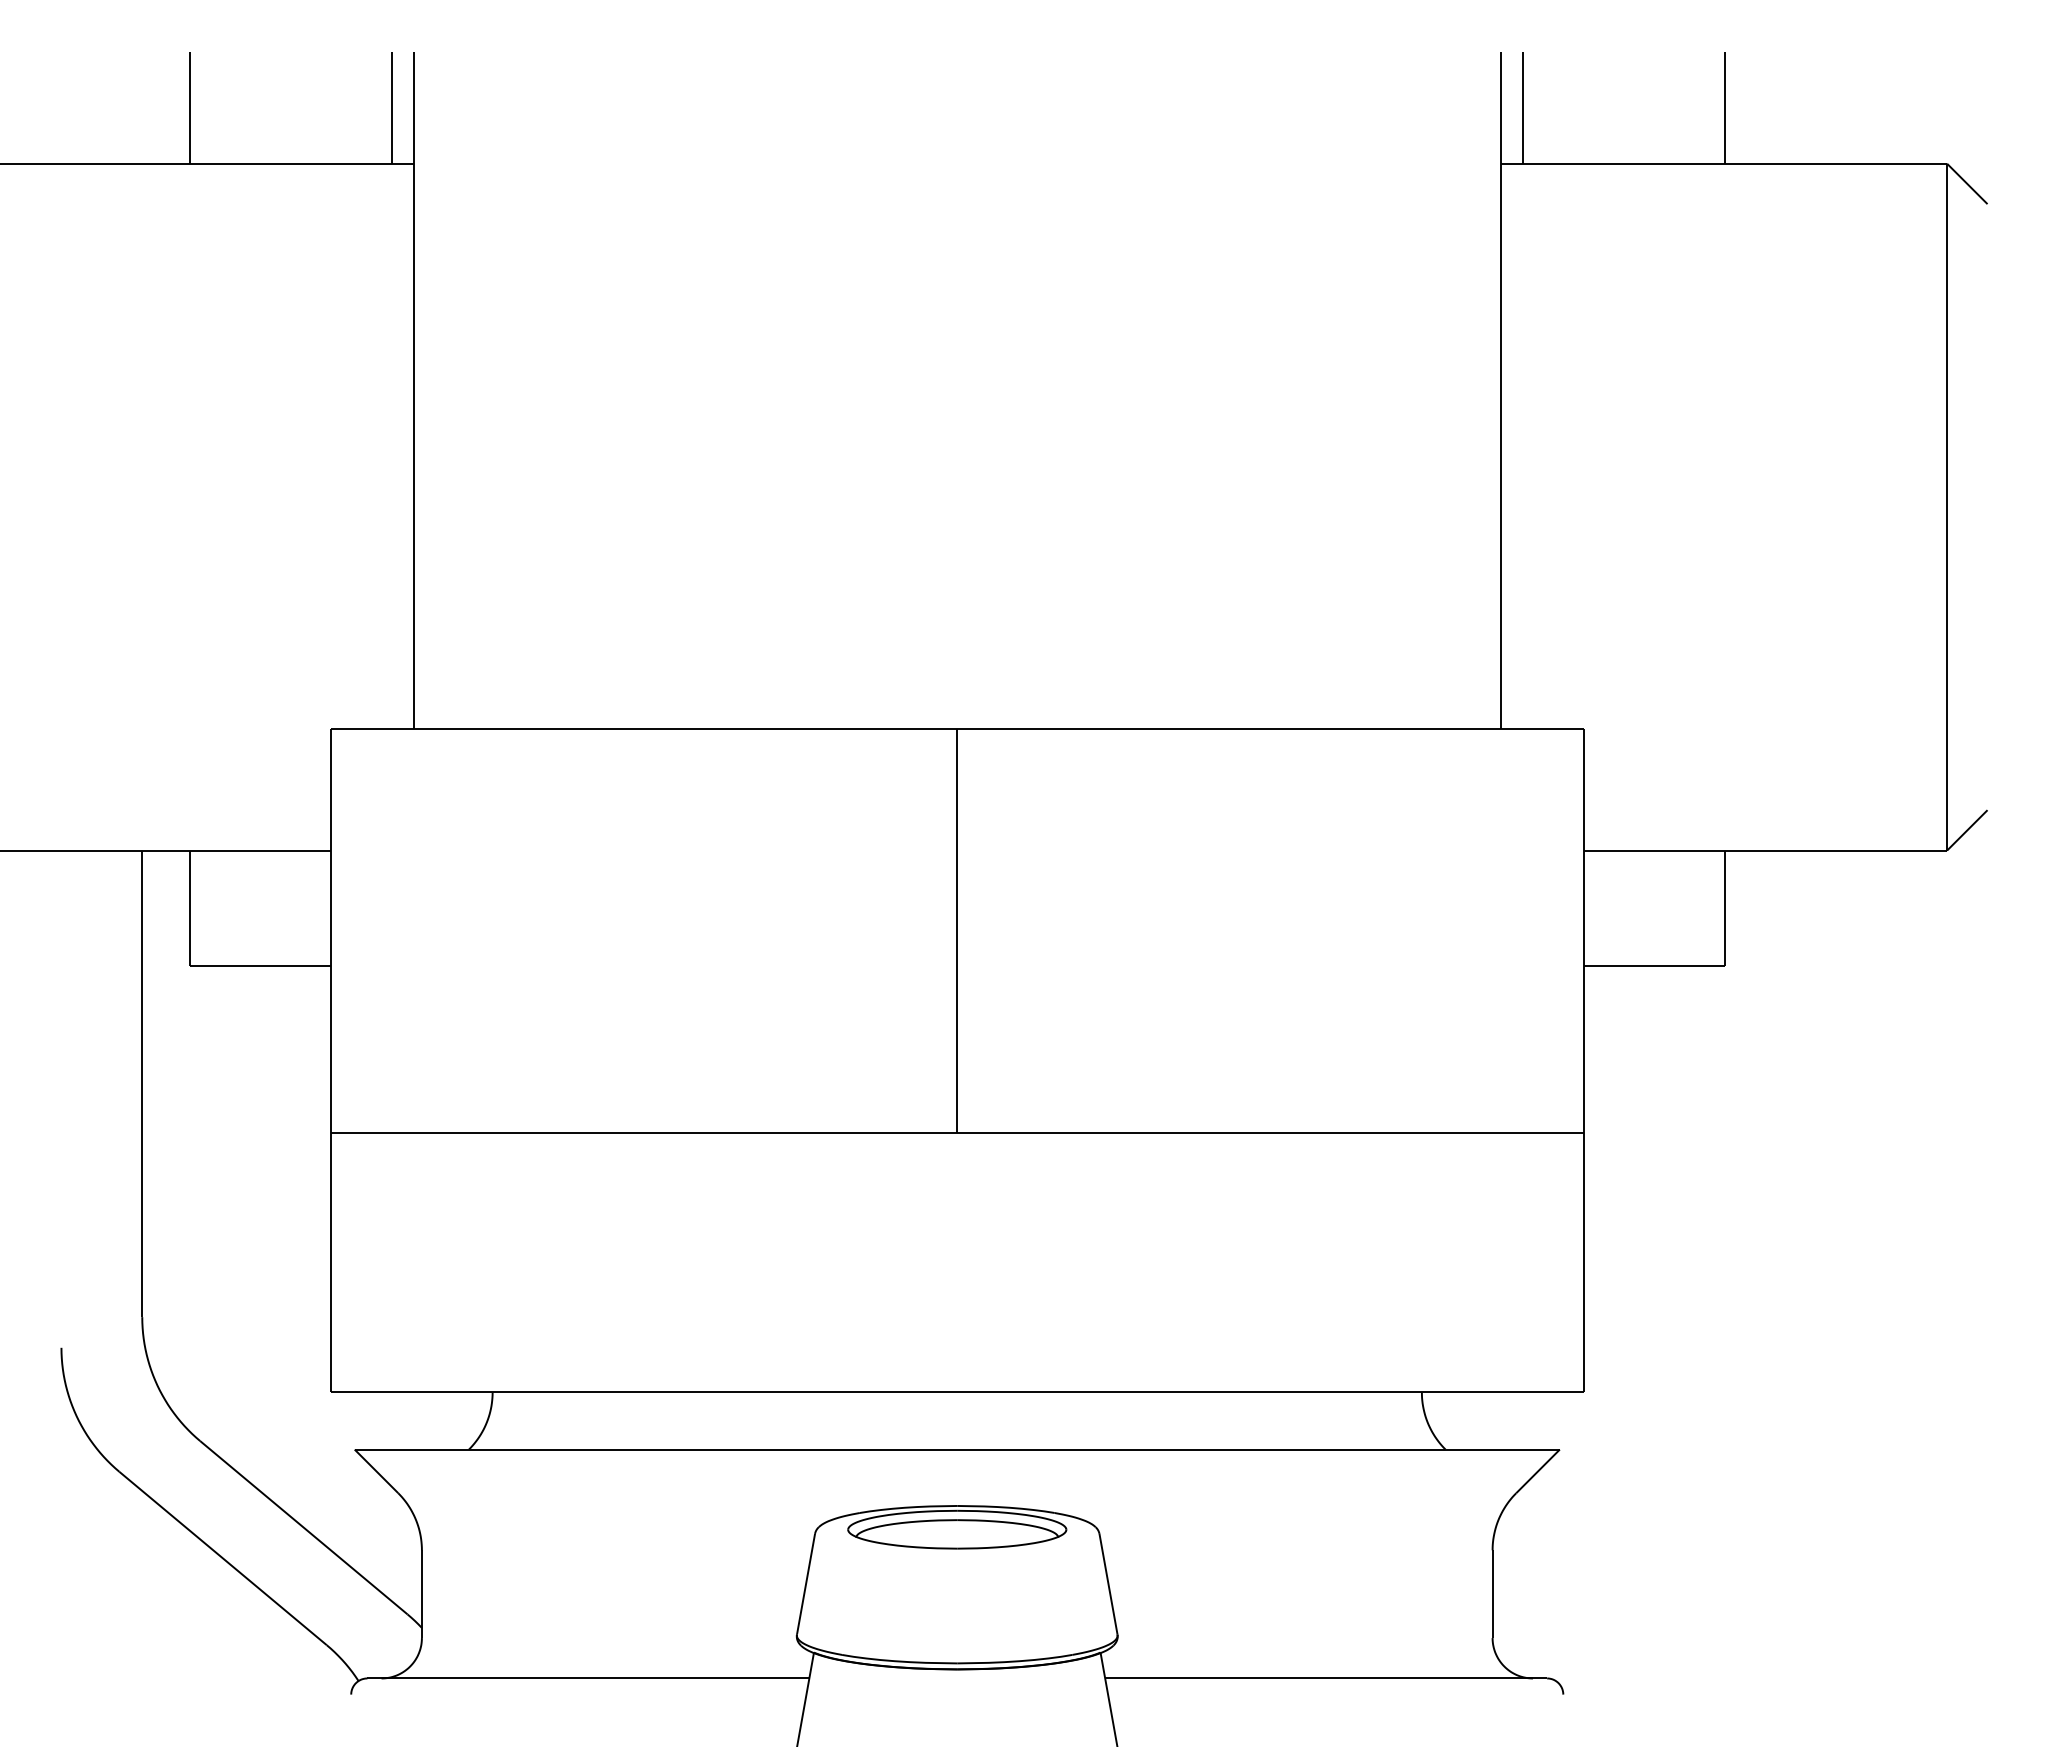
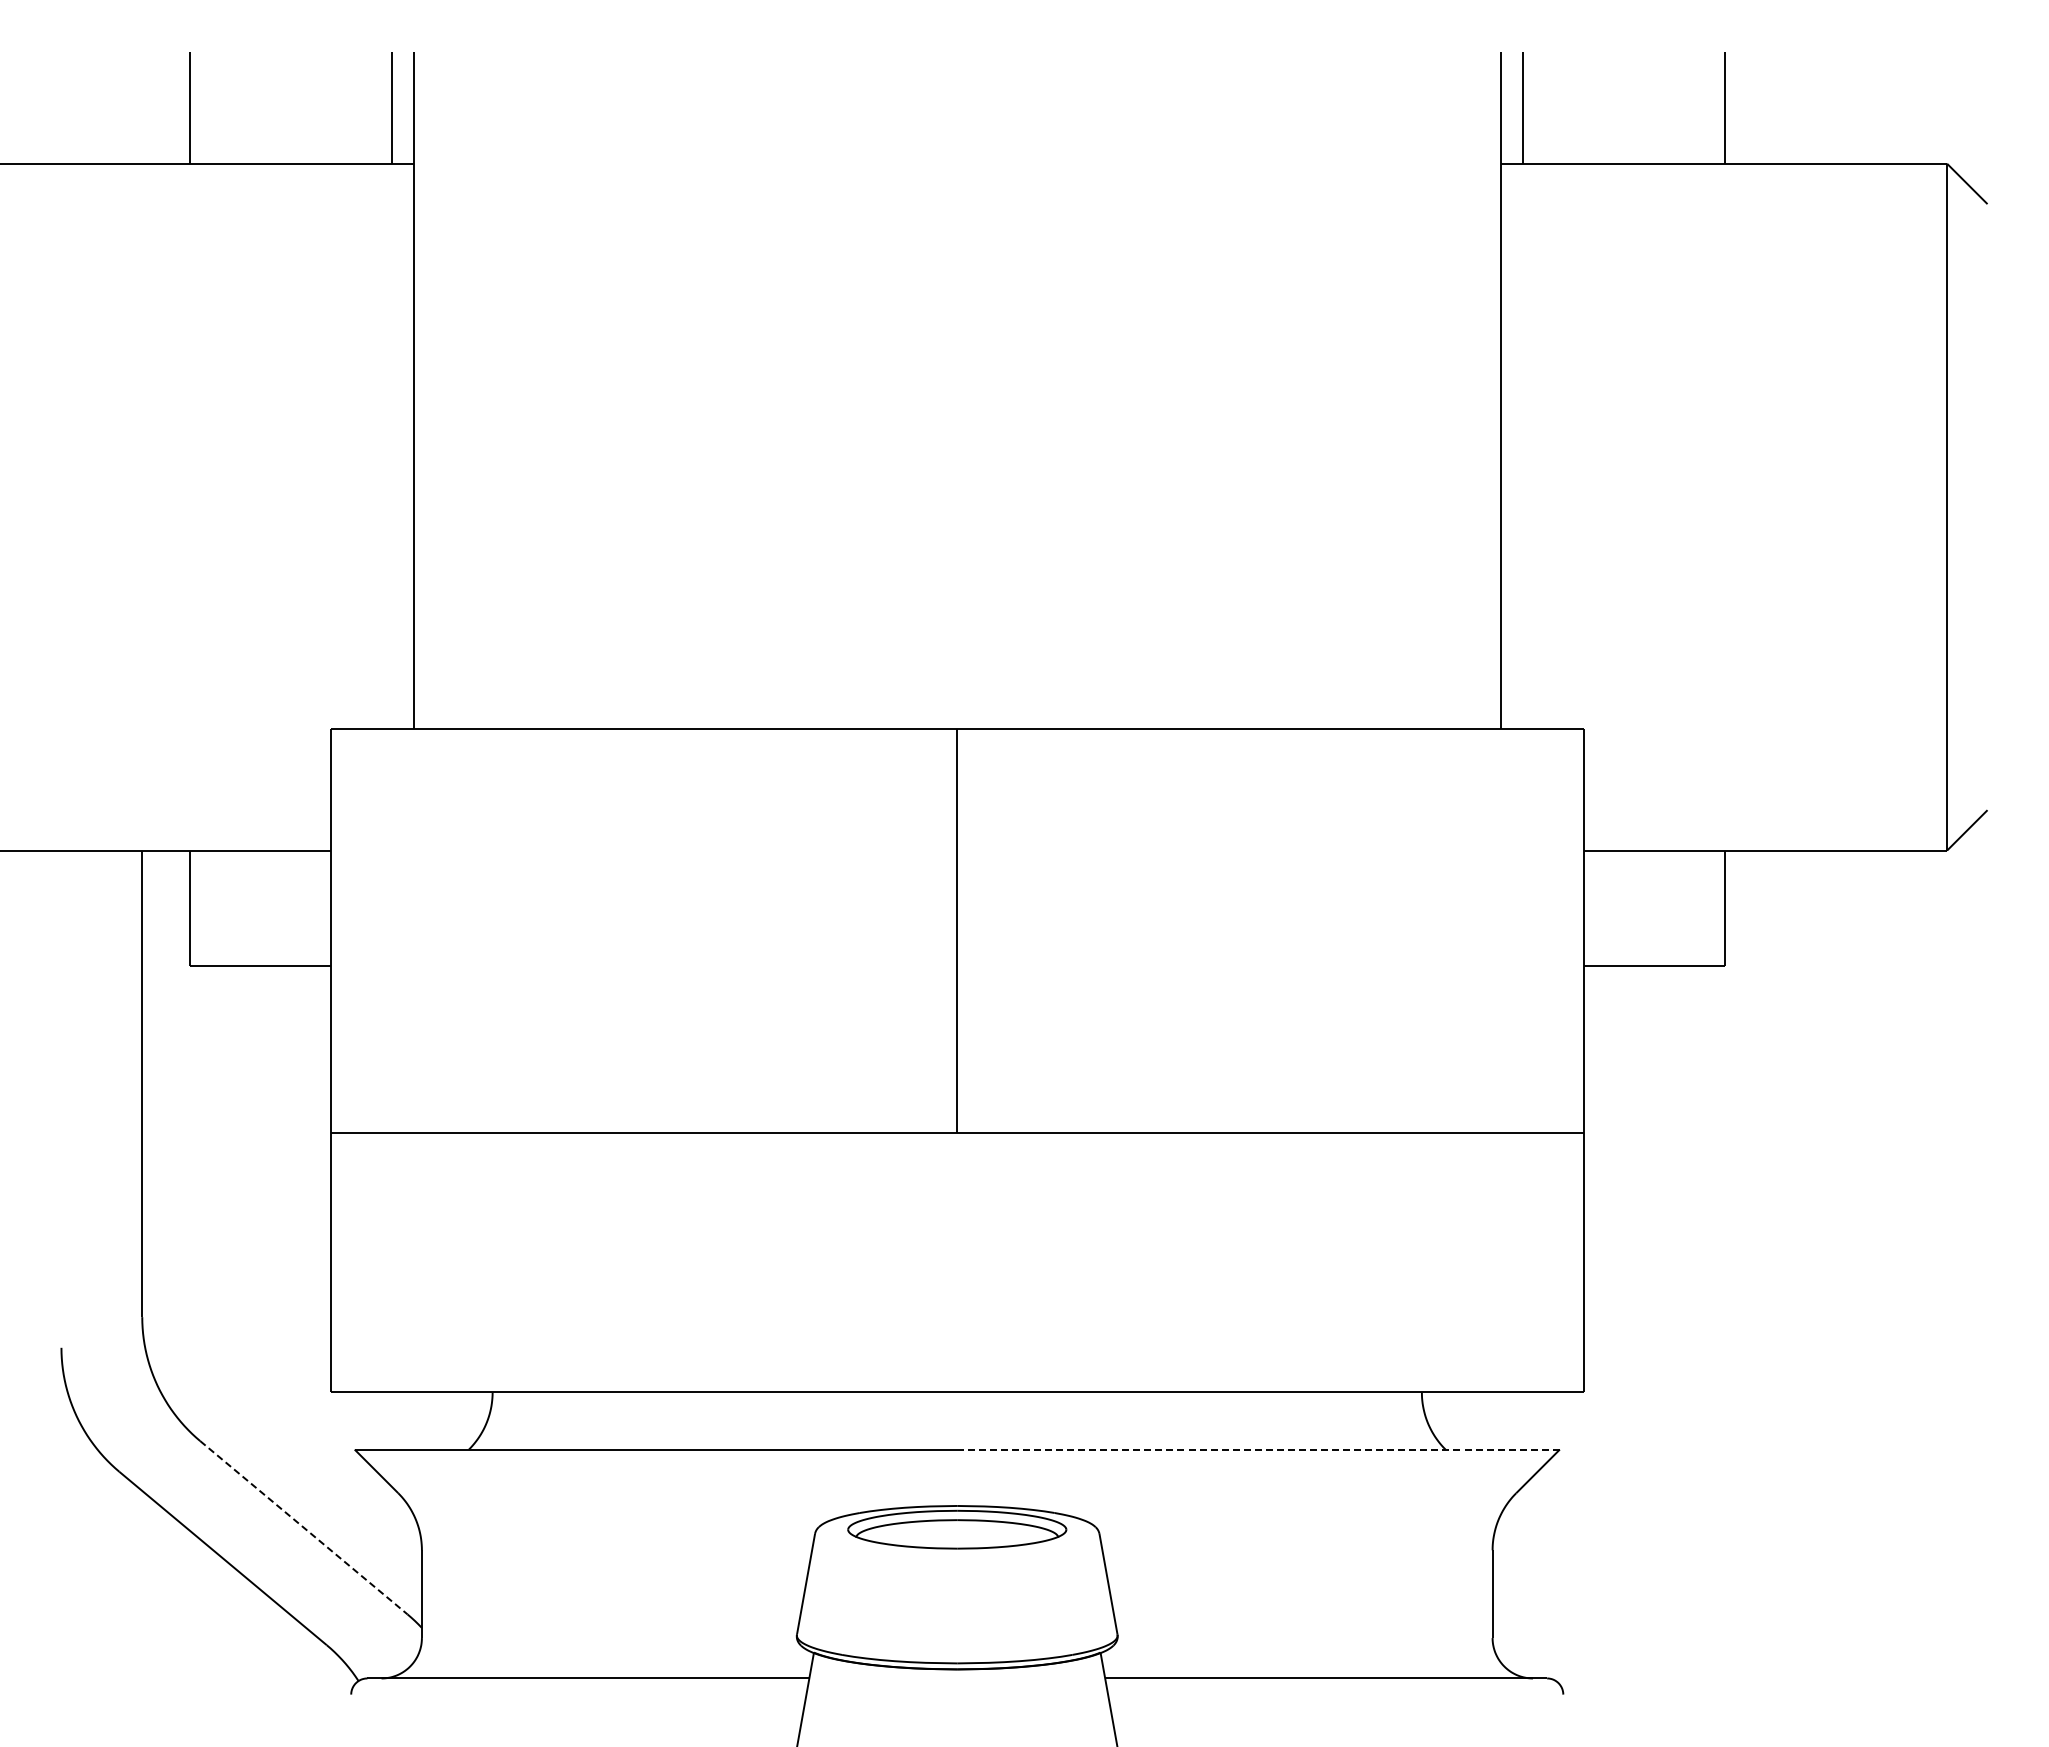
line at (1258, 1449): solid -> dashed
line at (304, 1528): solid -> dashed
